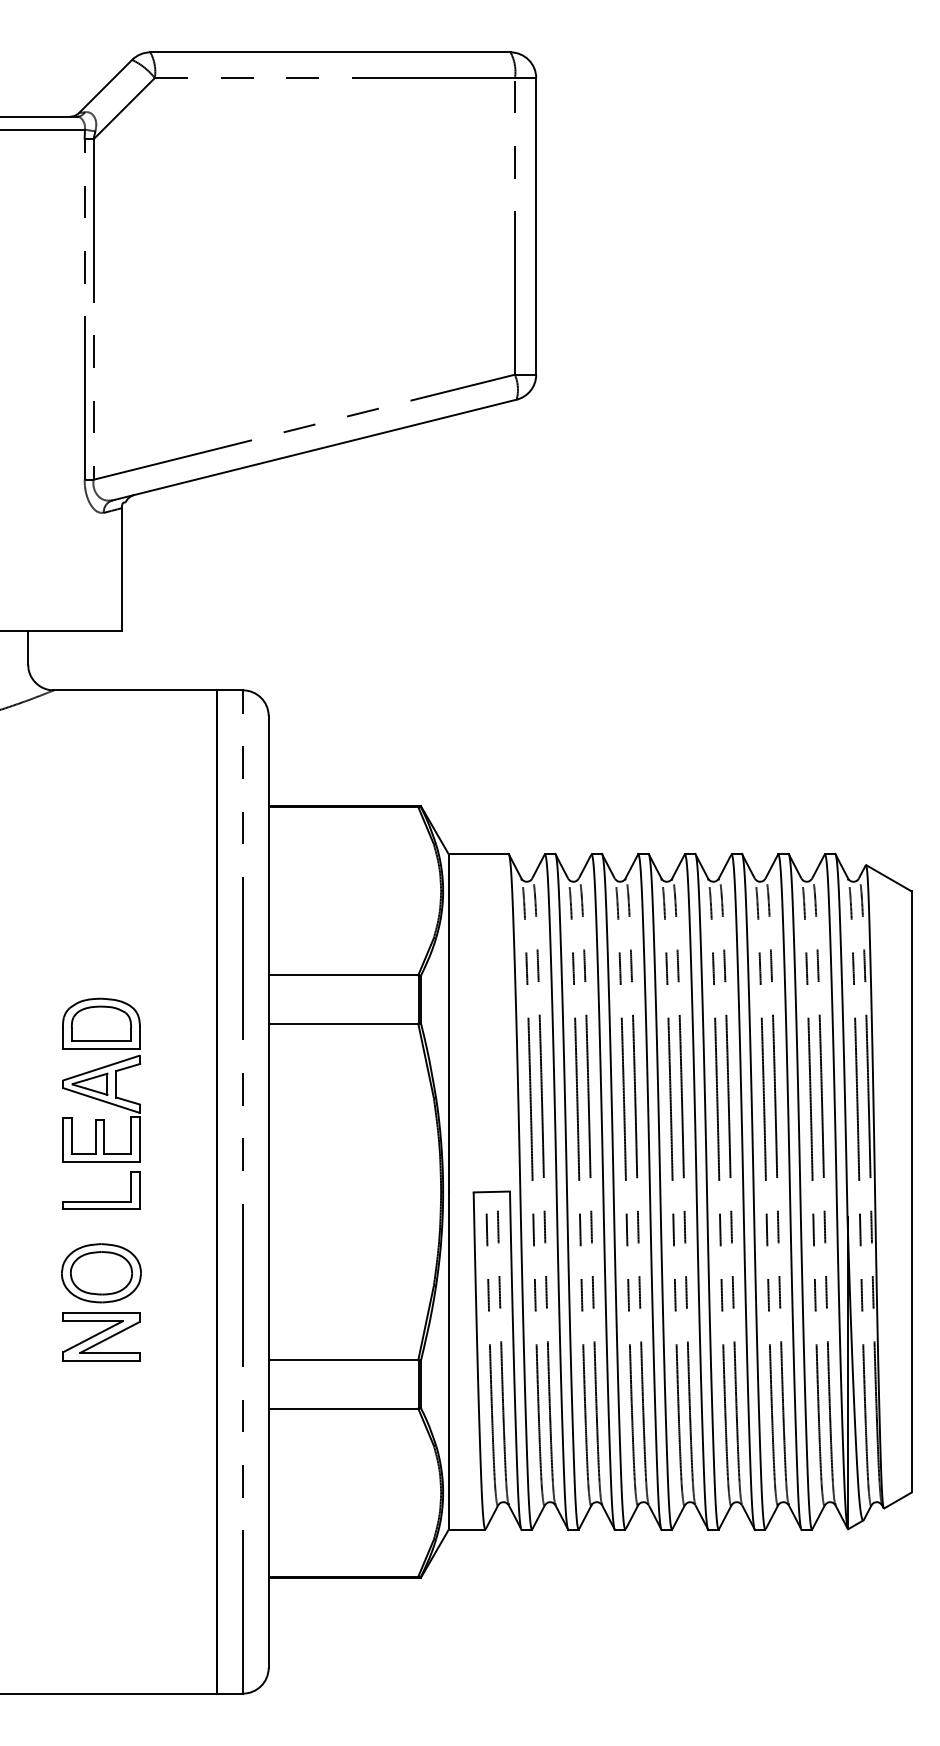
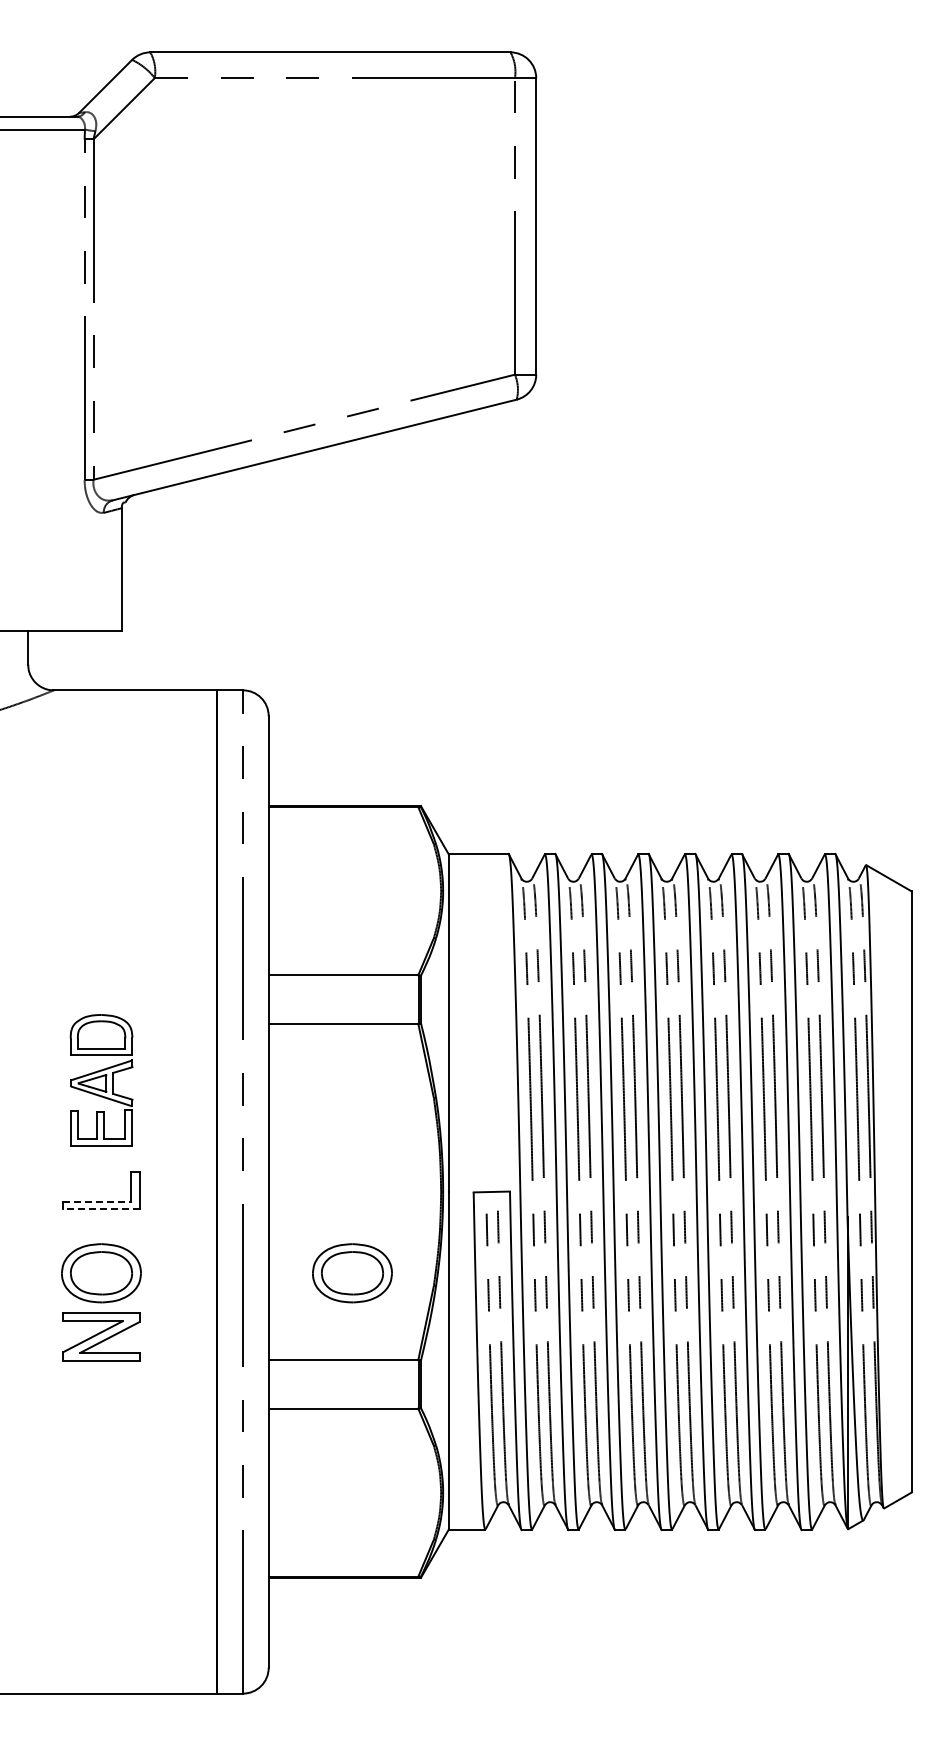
part at (101, 1079) size: 80x166 px -> 65x133 px
line at (97, 1201): solid -> dashed
line at (101, 1209): solid -> dashed
part at (352, 1273): none -> present
